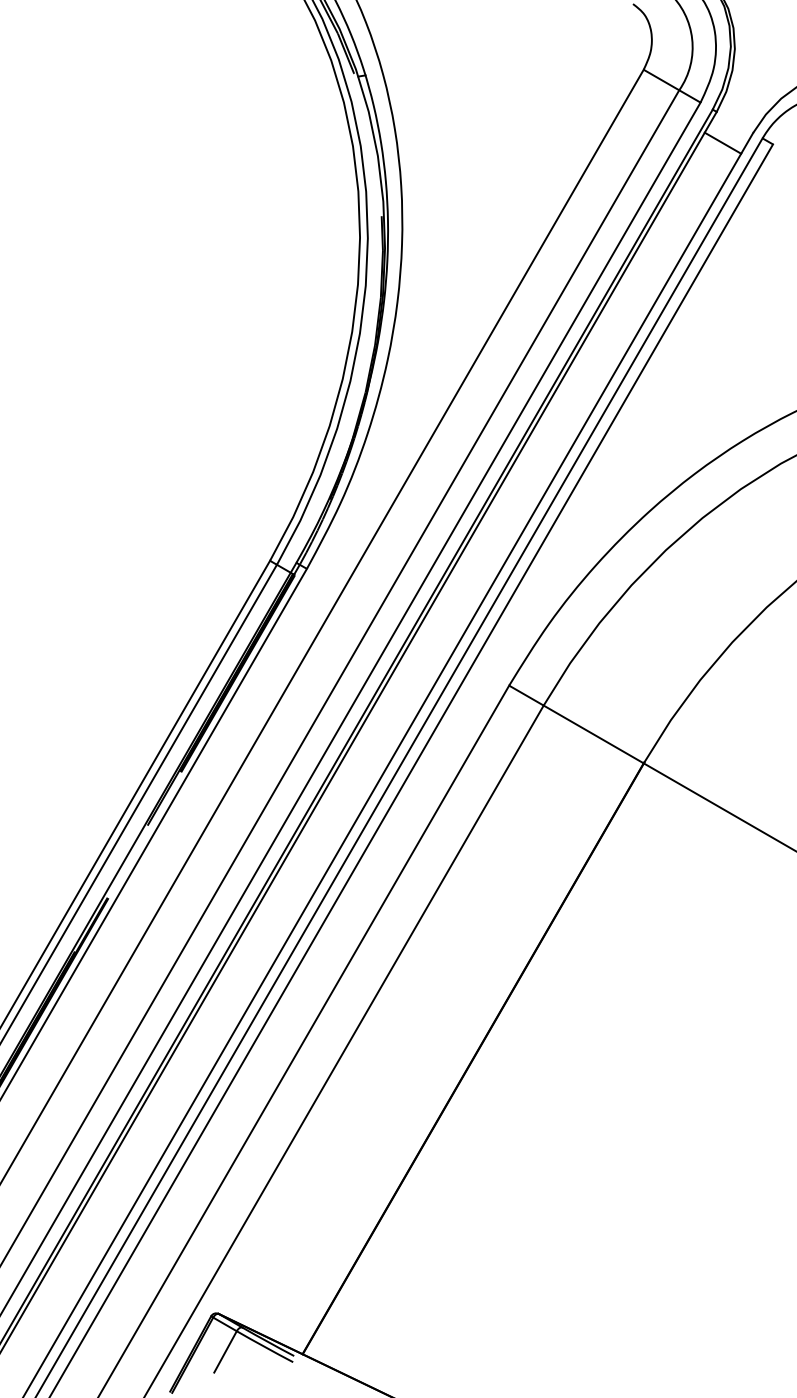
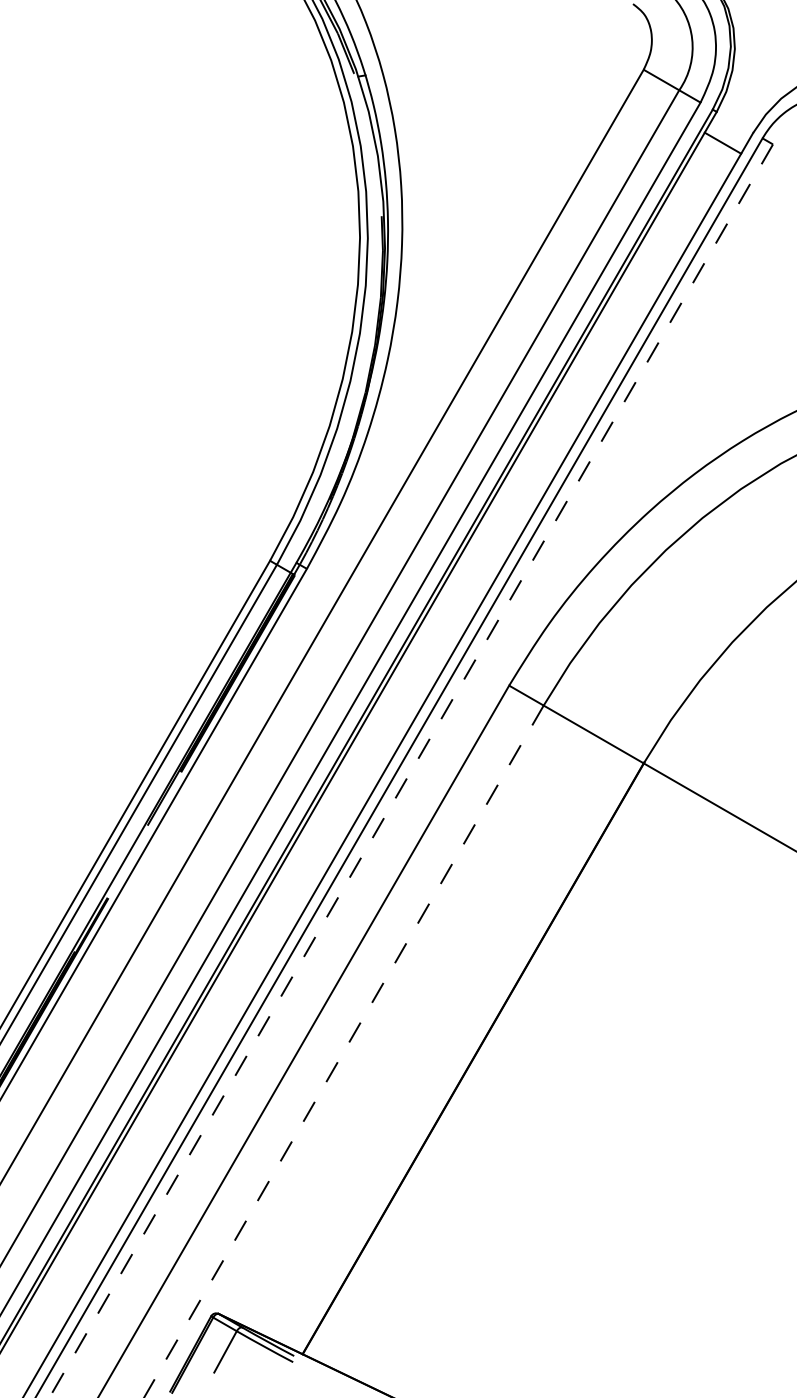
line at (411, 771): solid -> dashed
line at (343, 1051): solid -> dashed
